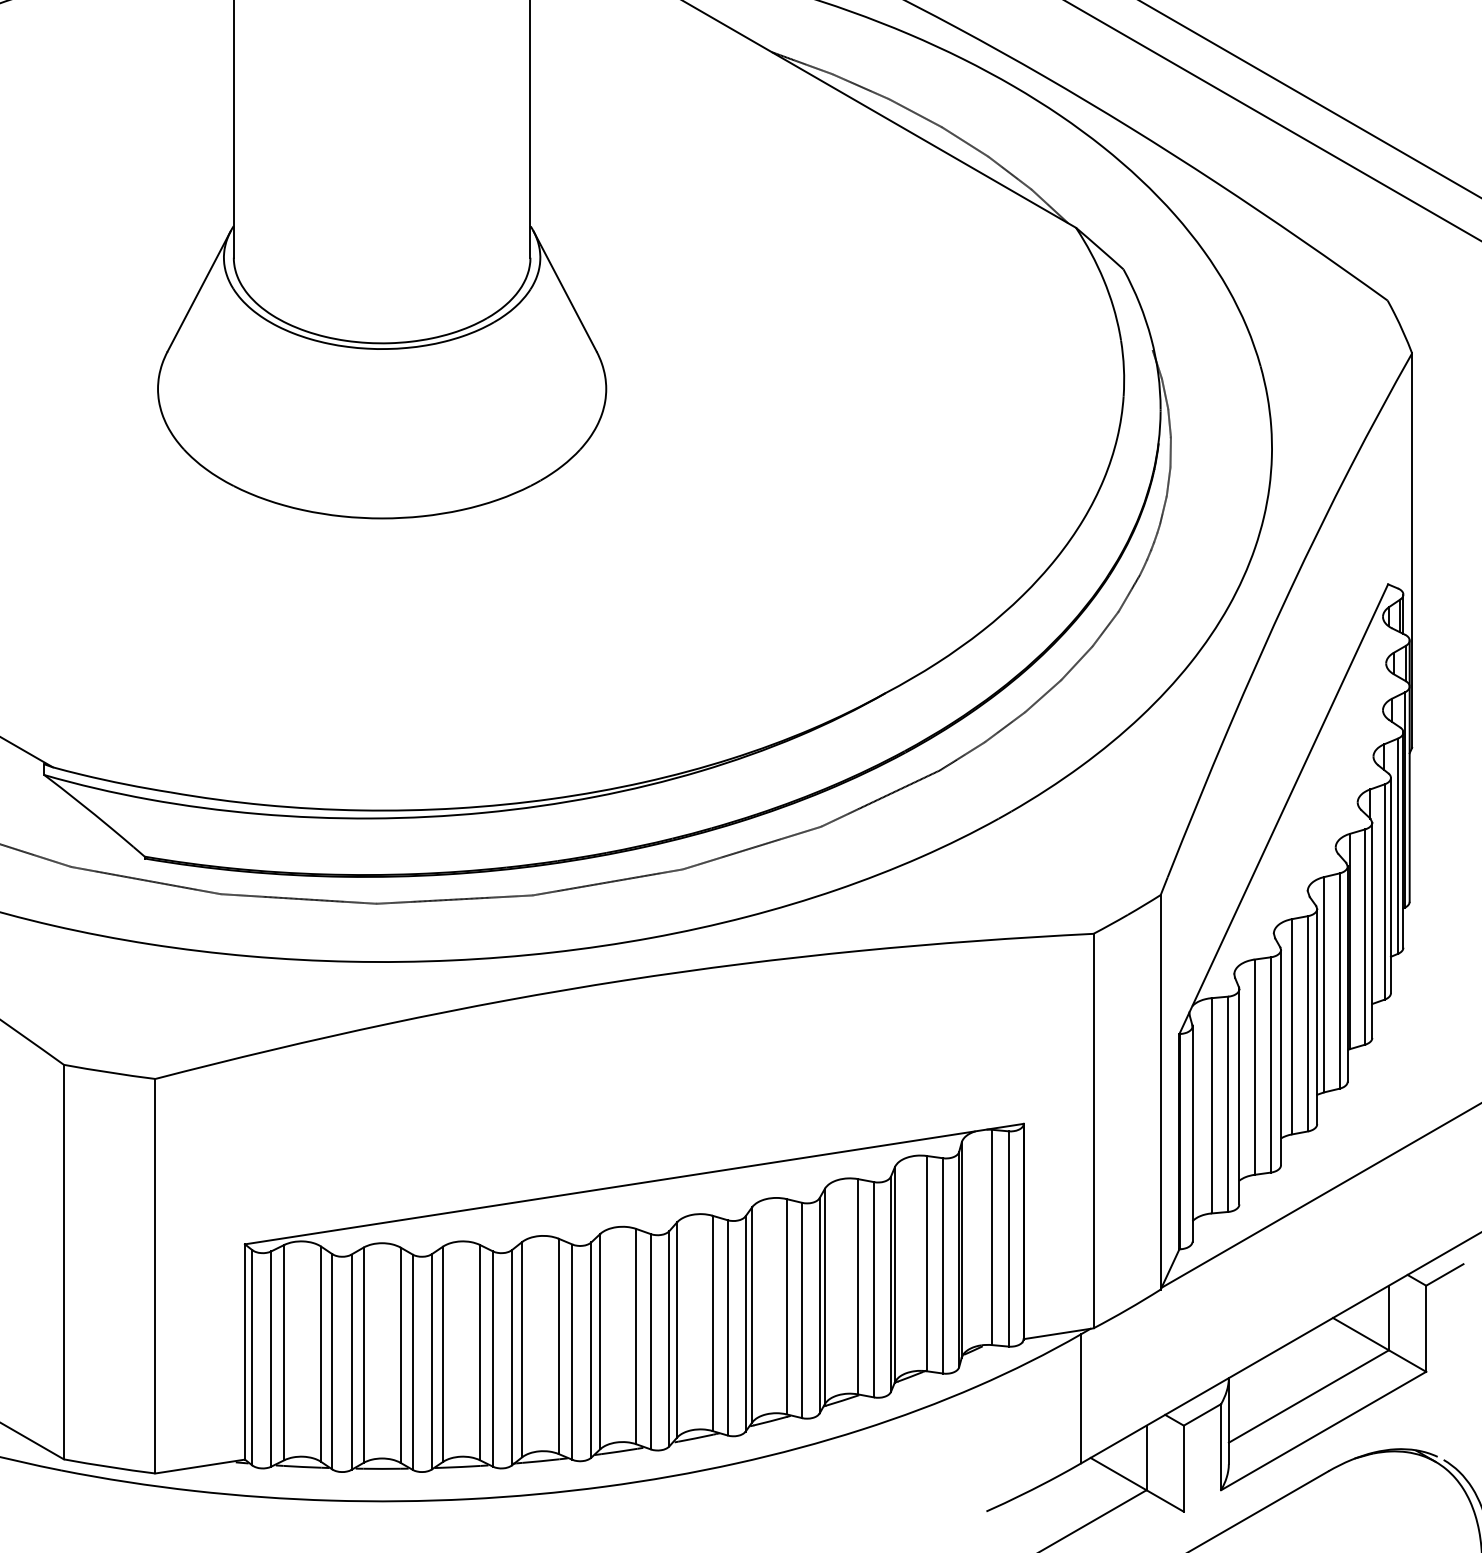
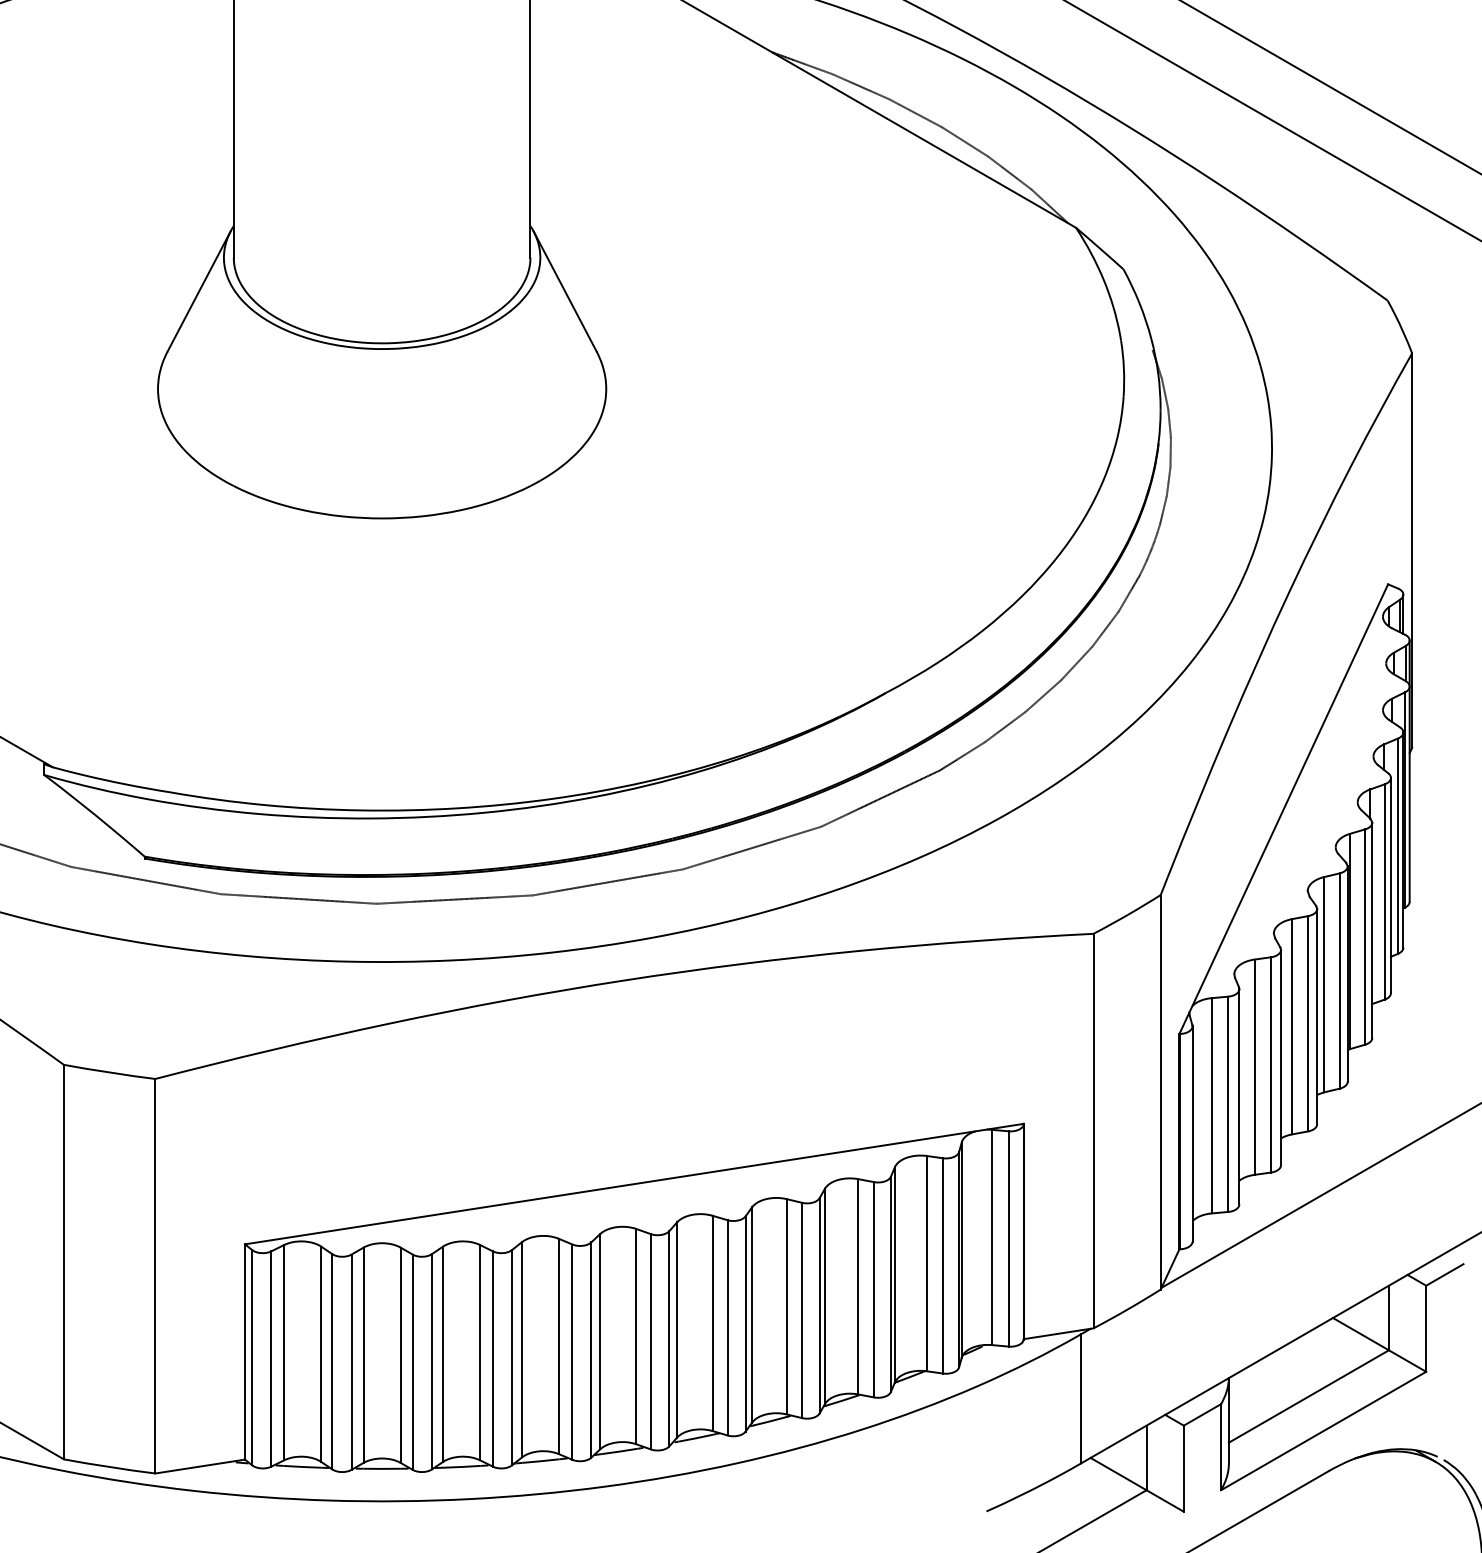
line at (1309, 99) position: (1309, 99) -> (1330, 87)
